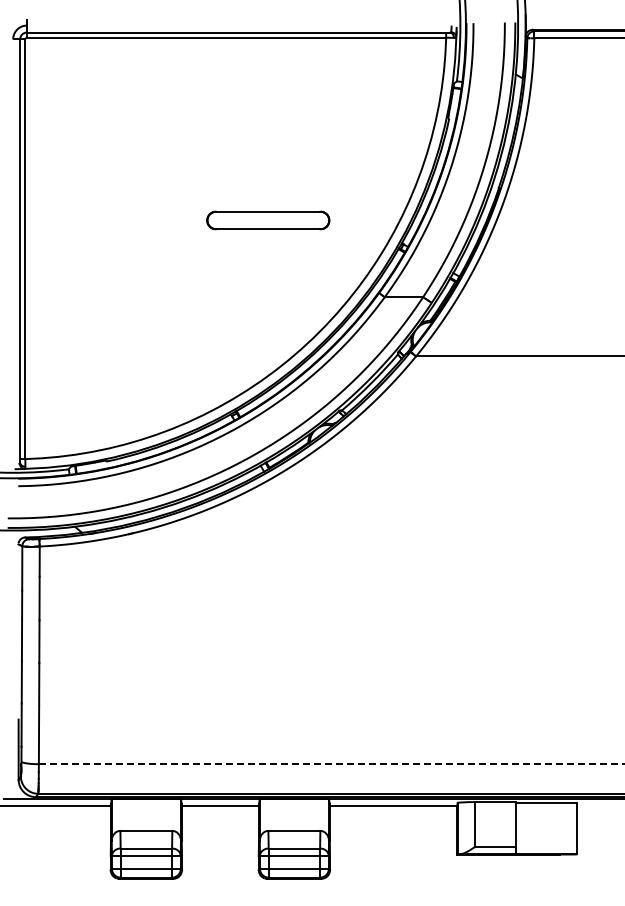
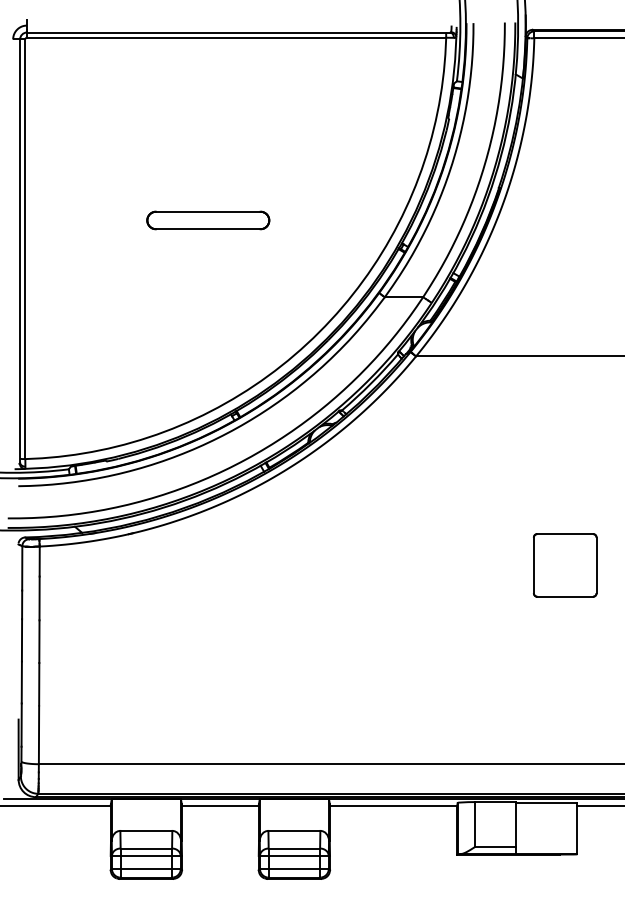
part at (268, 220) position: (268, 220) -> (208, 220)
part at (565, 565): none -> present
line at (331, 764): dashed -> solid
line at (599, 805): none -> present
